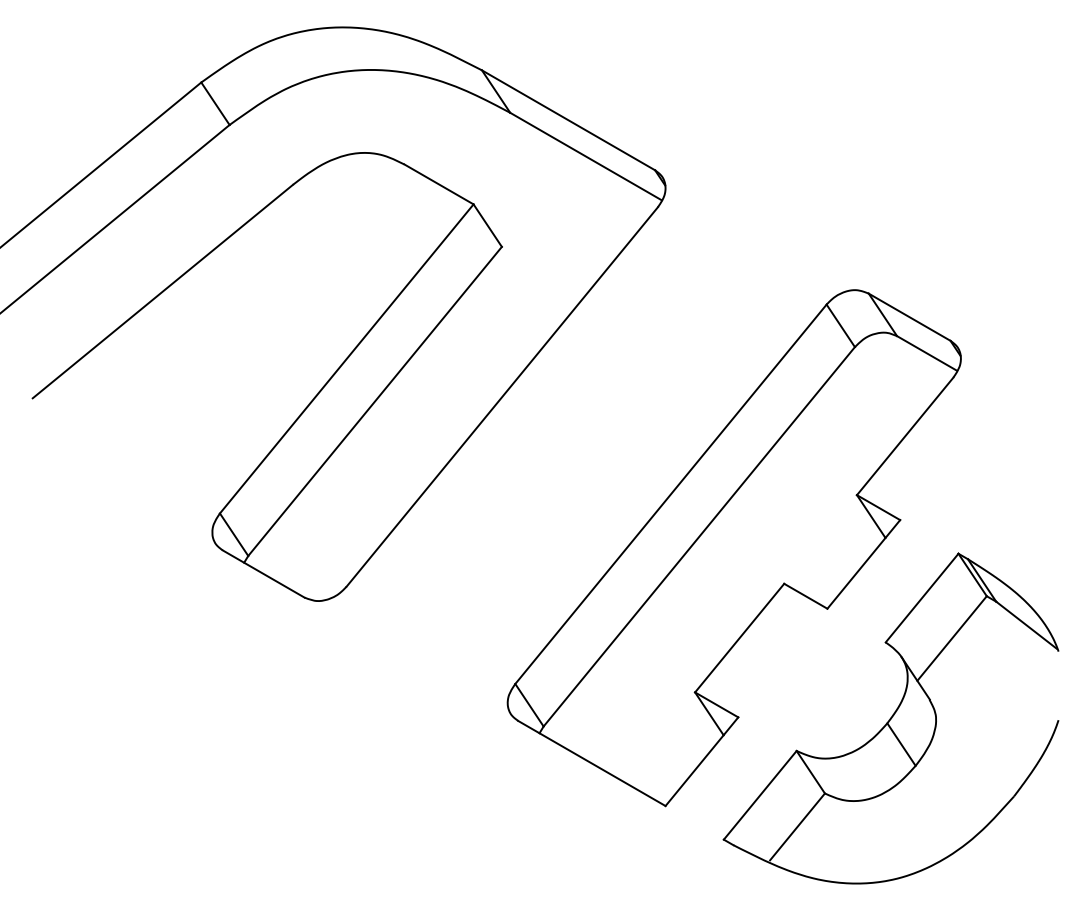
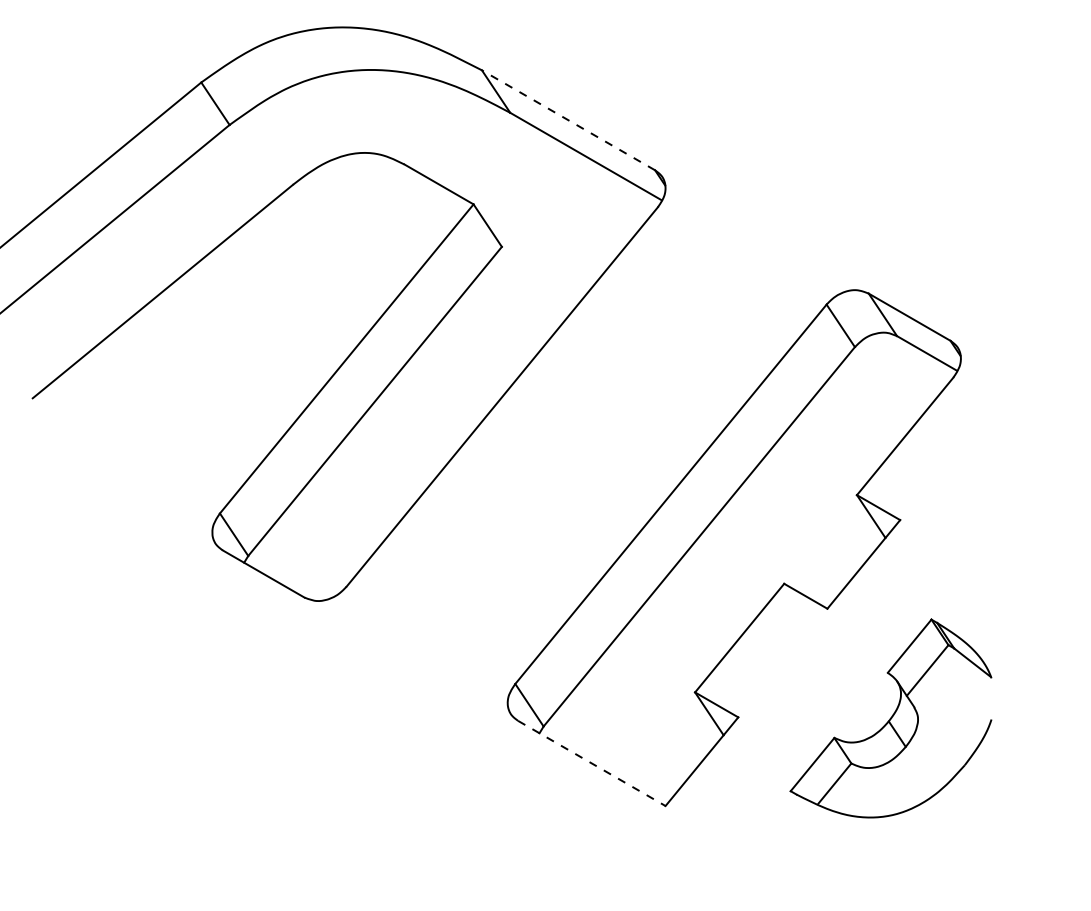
line at (568, 120): solid -> dashed
part at (890, 718) size: 338x333 px -> 204x201 px
line at (592, 763): solid -> dashed
